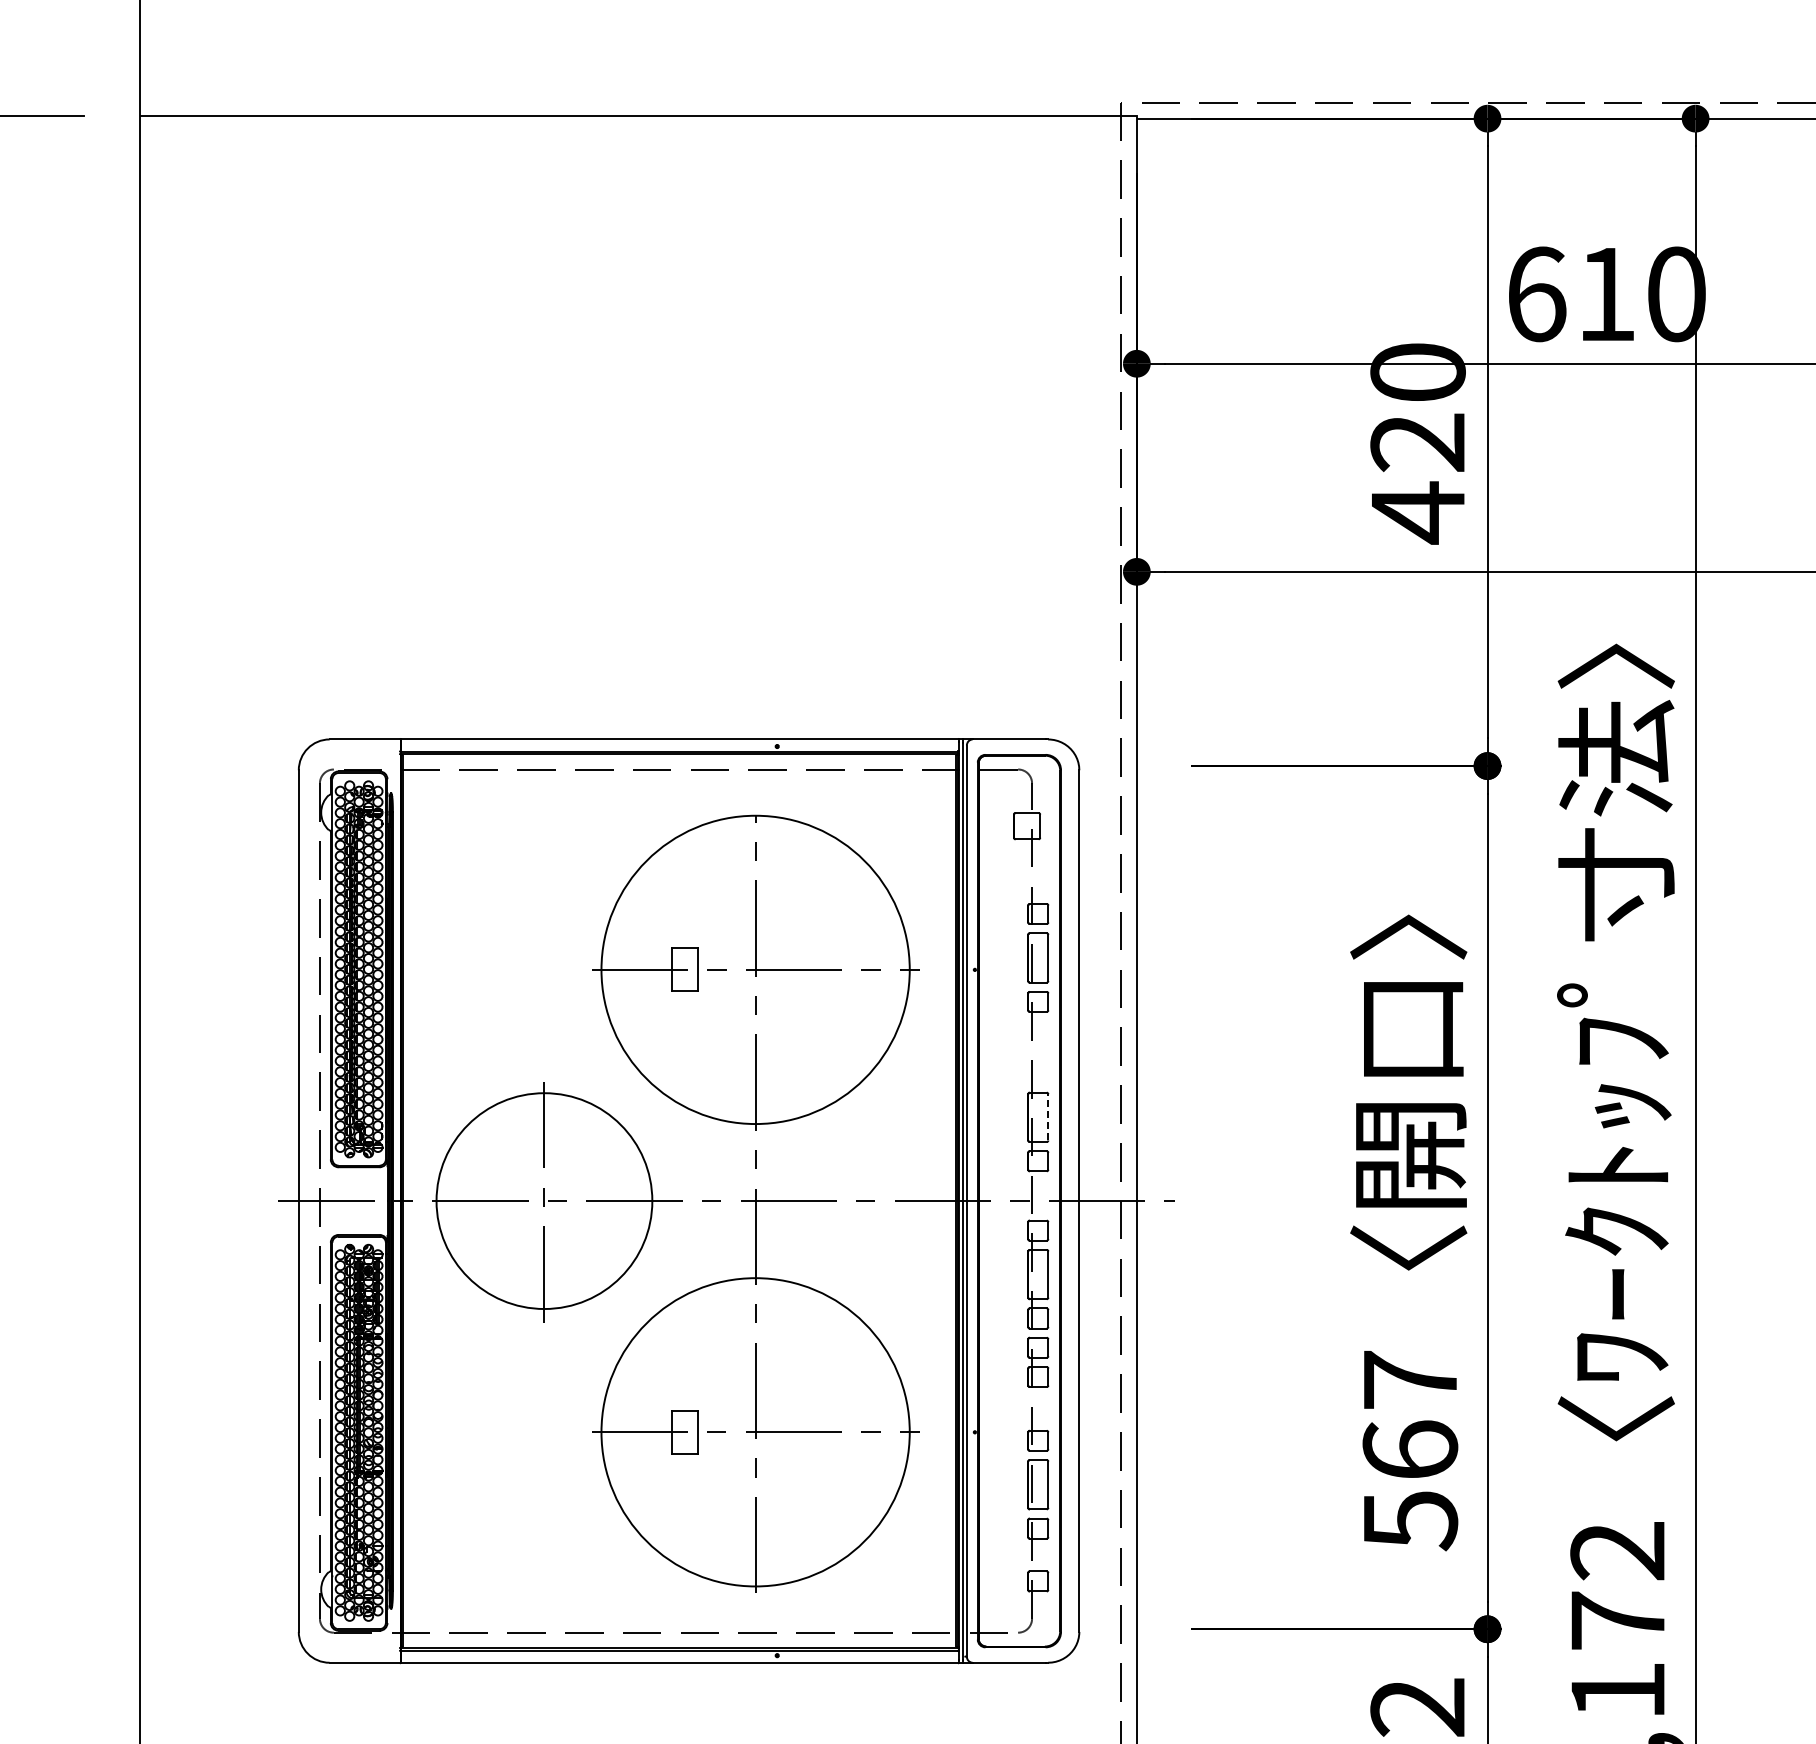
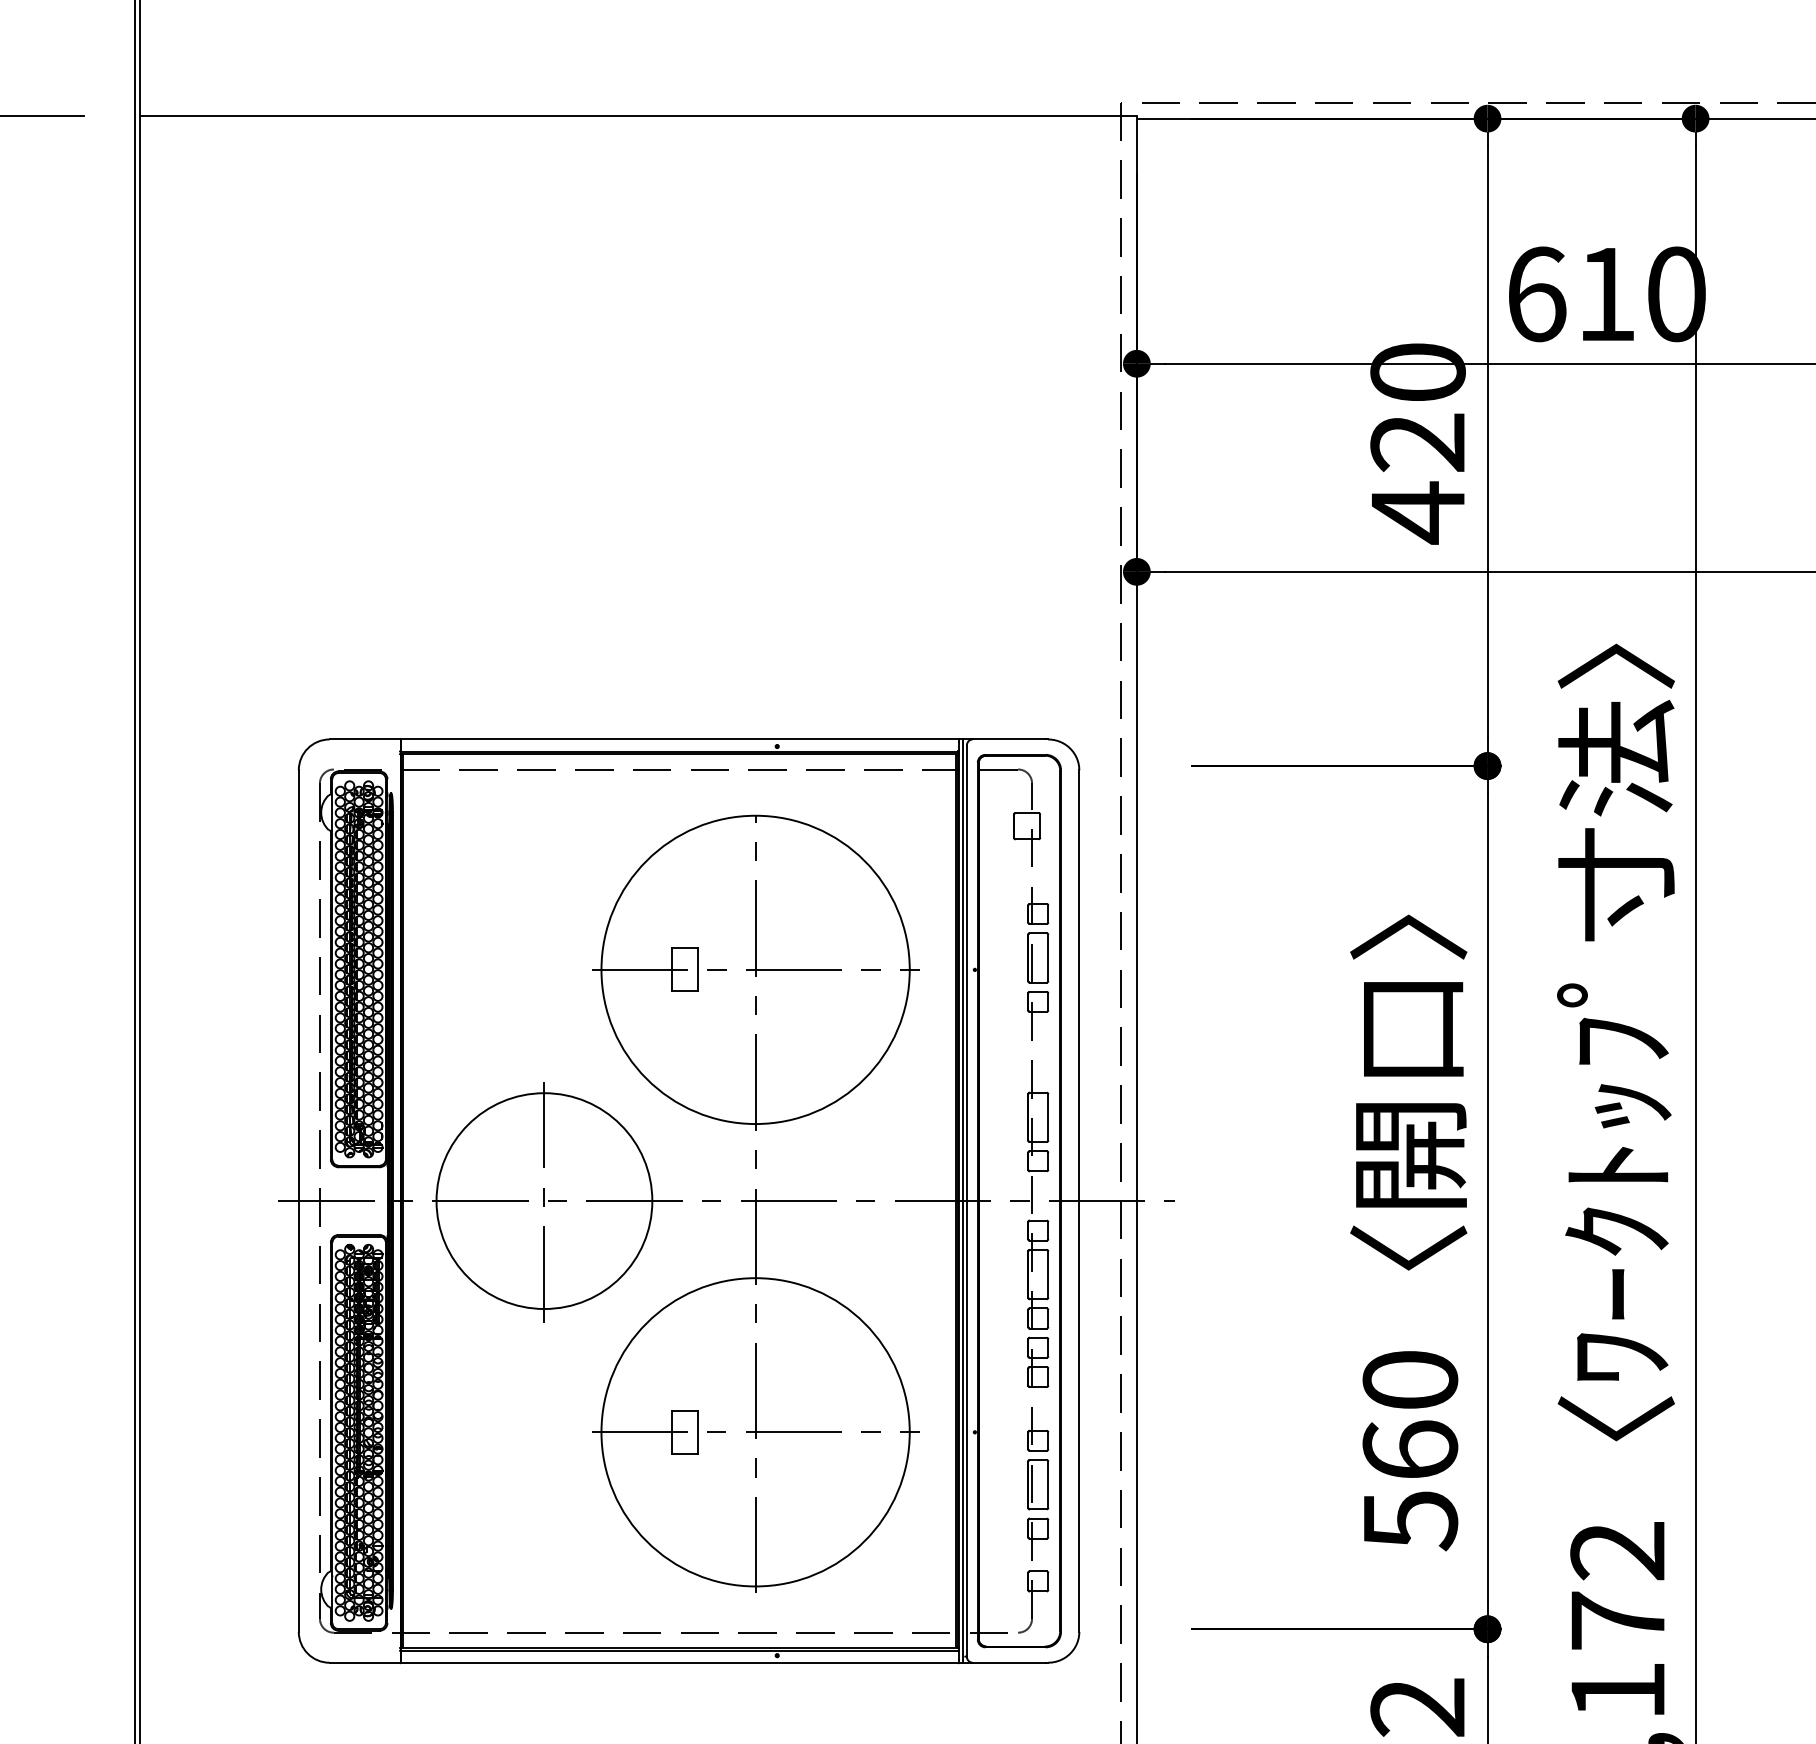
line at (134, 871): none -> present
line at (1048, 1116): dashed -> solid
text at (1410, 1379): 567 -> 560
